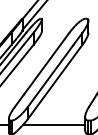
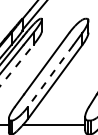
line at (17, 65): solid -> dashed
line at (50, 76): solid -> dashed
